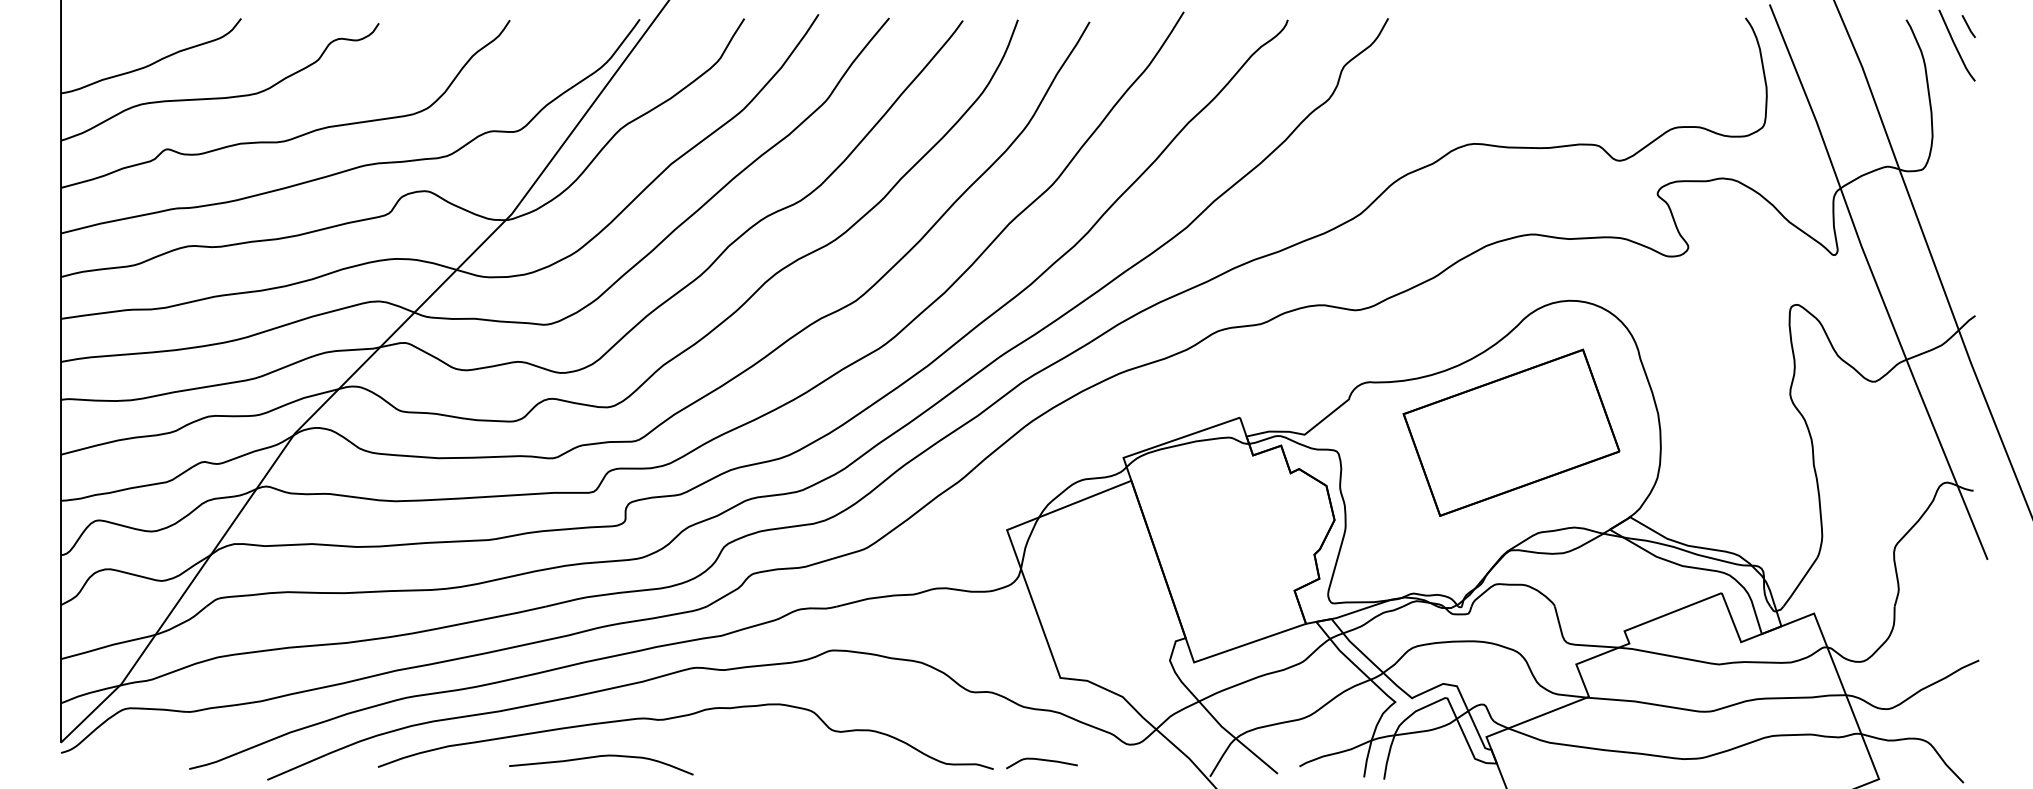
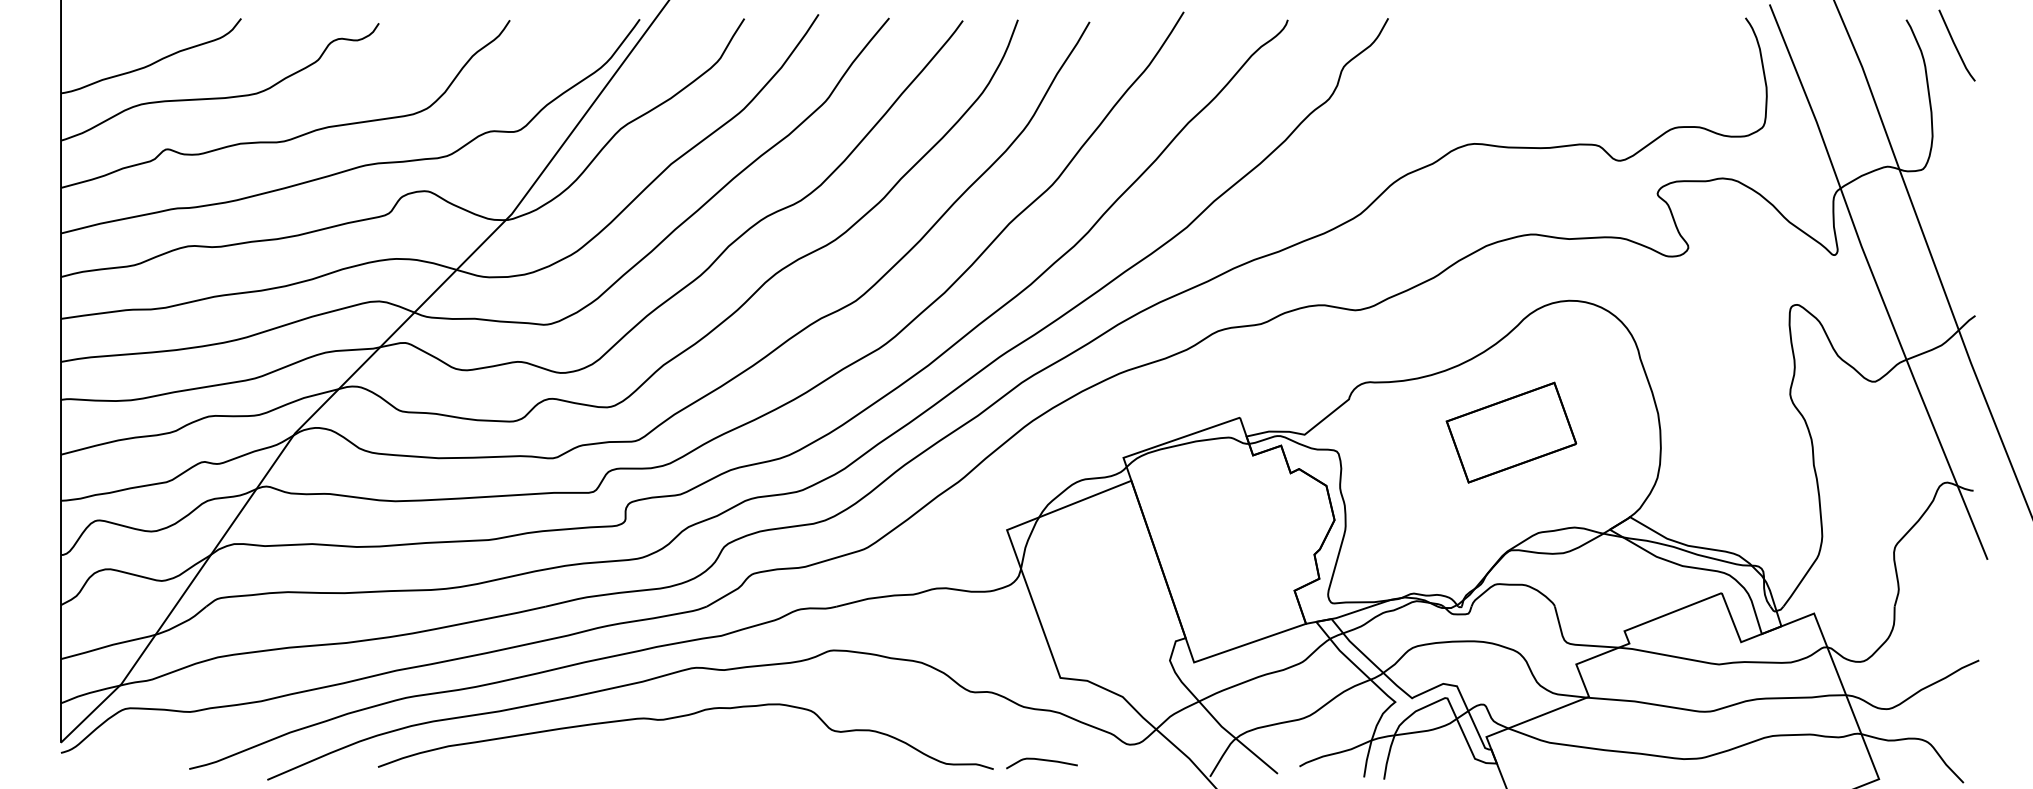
line at (1968, 26): present -> none
part at (1511, 432) size: 219x169 px -> 133x103 px
curve at (599, 757): present -> none
